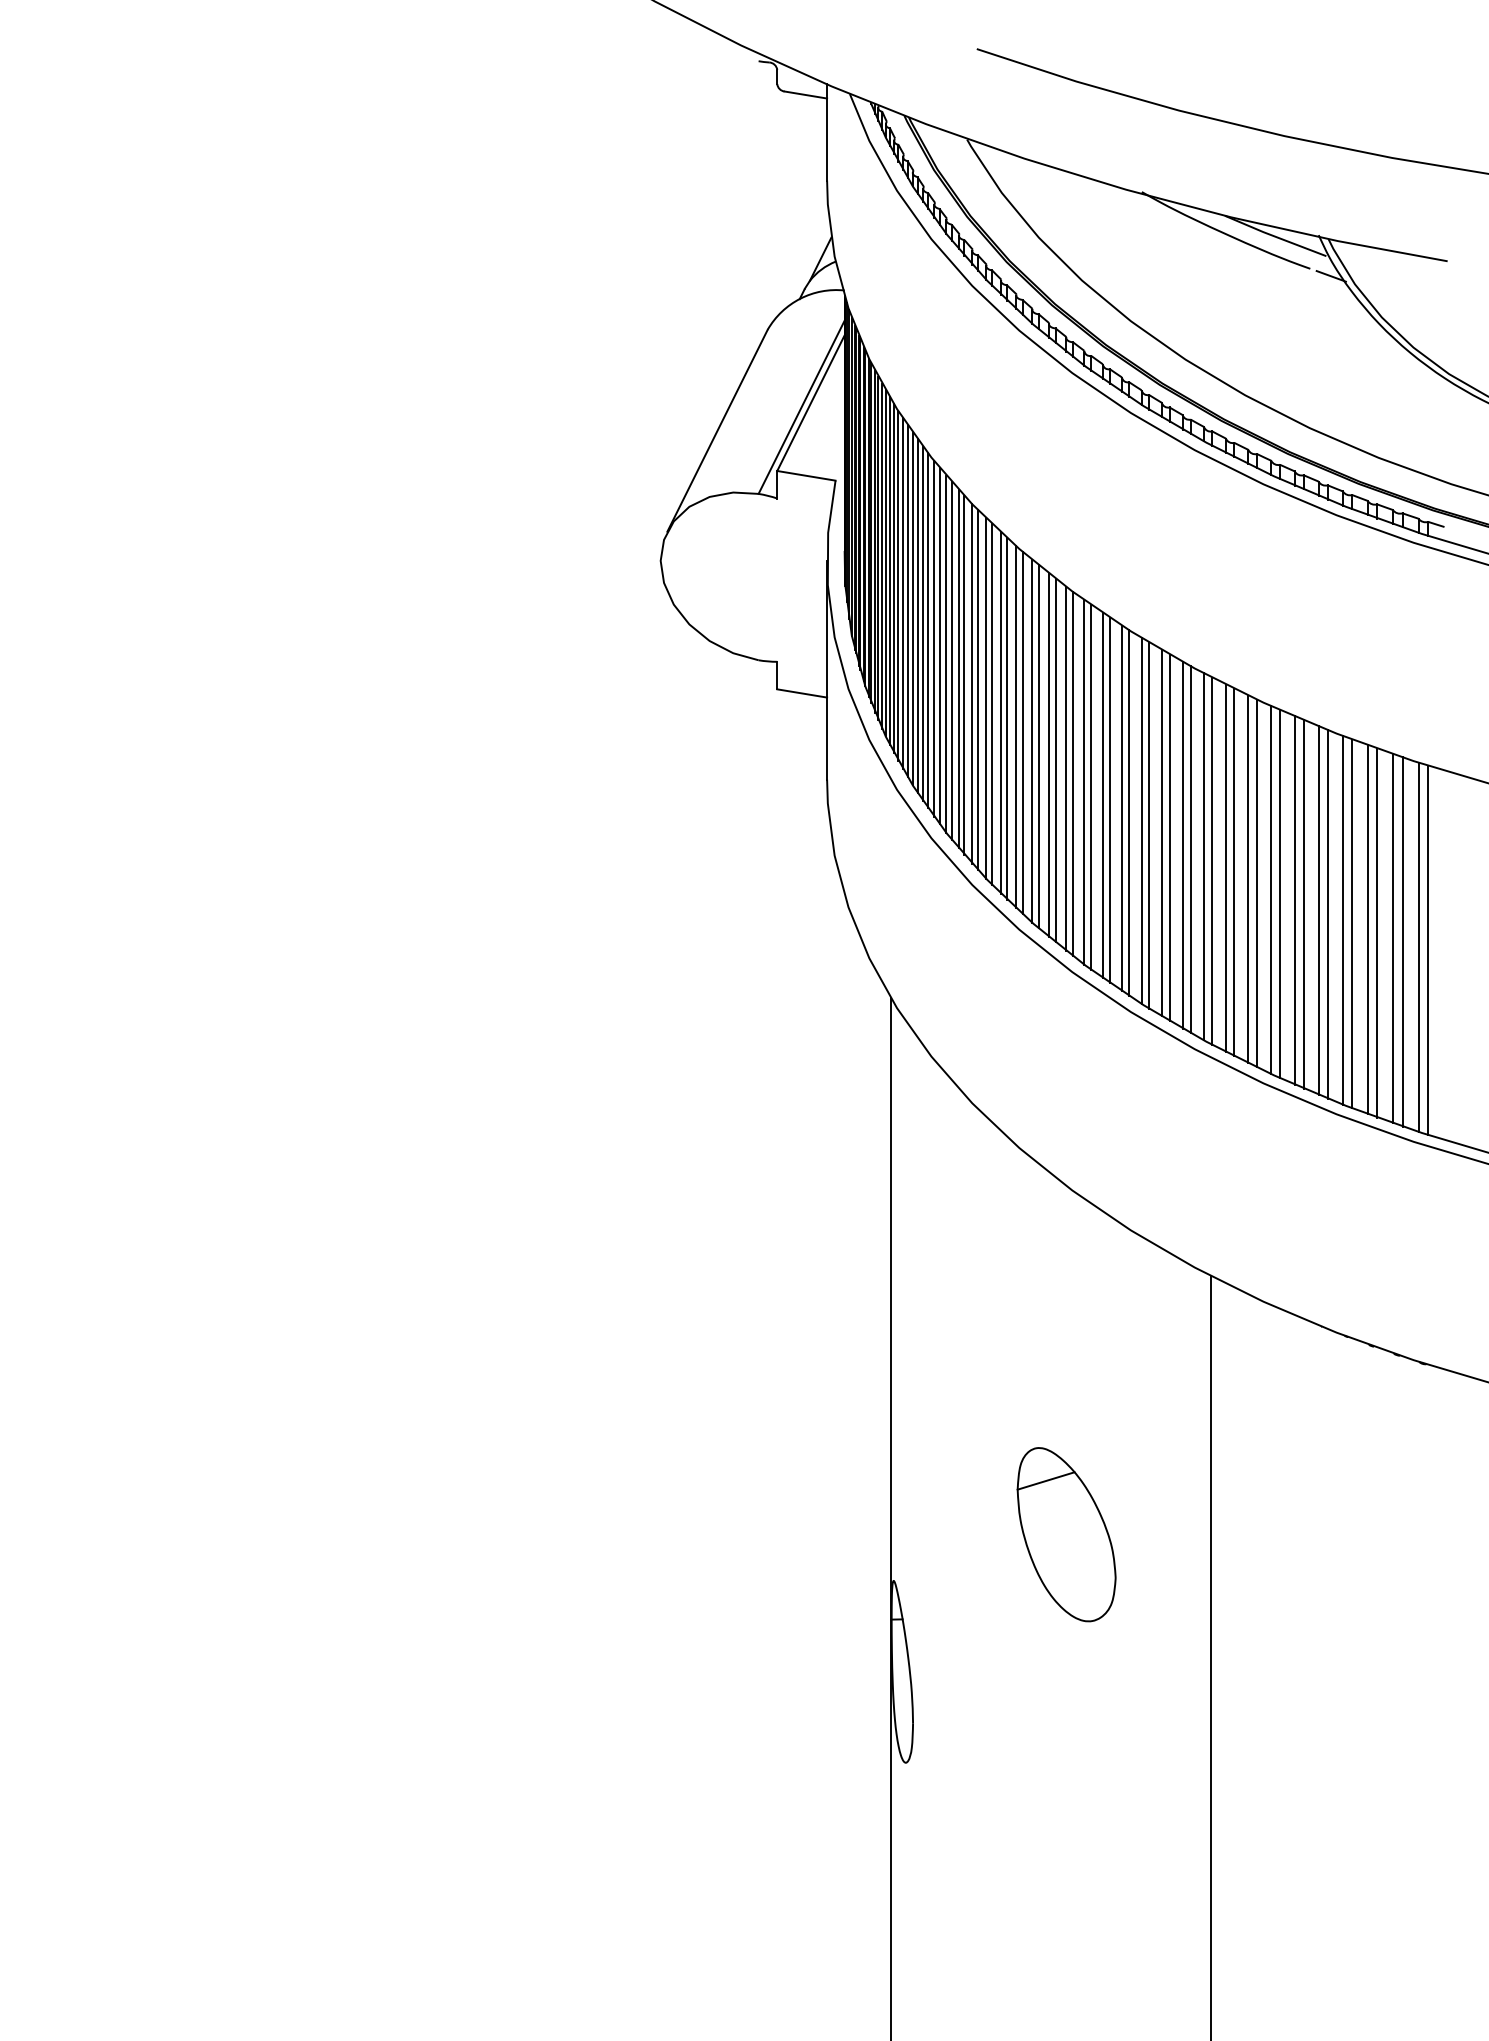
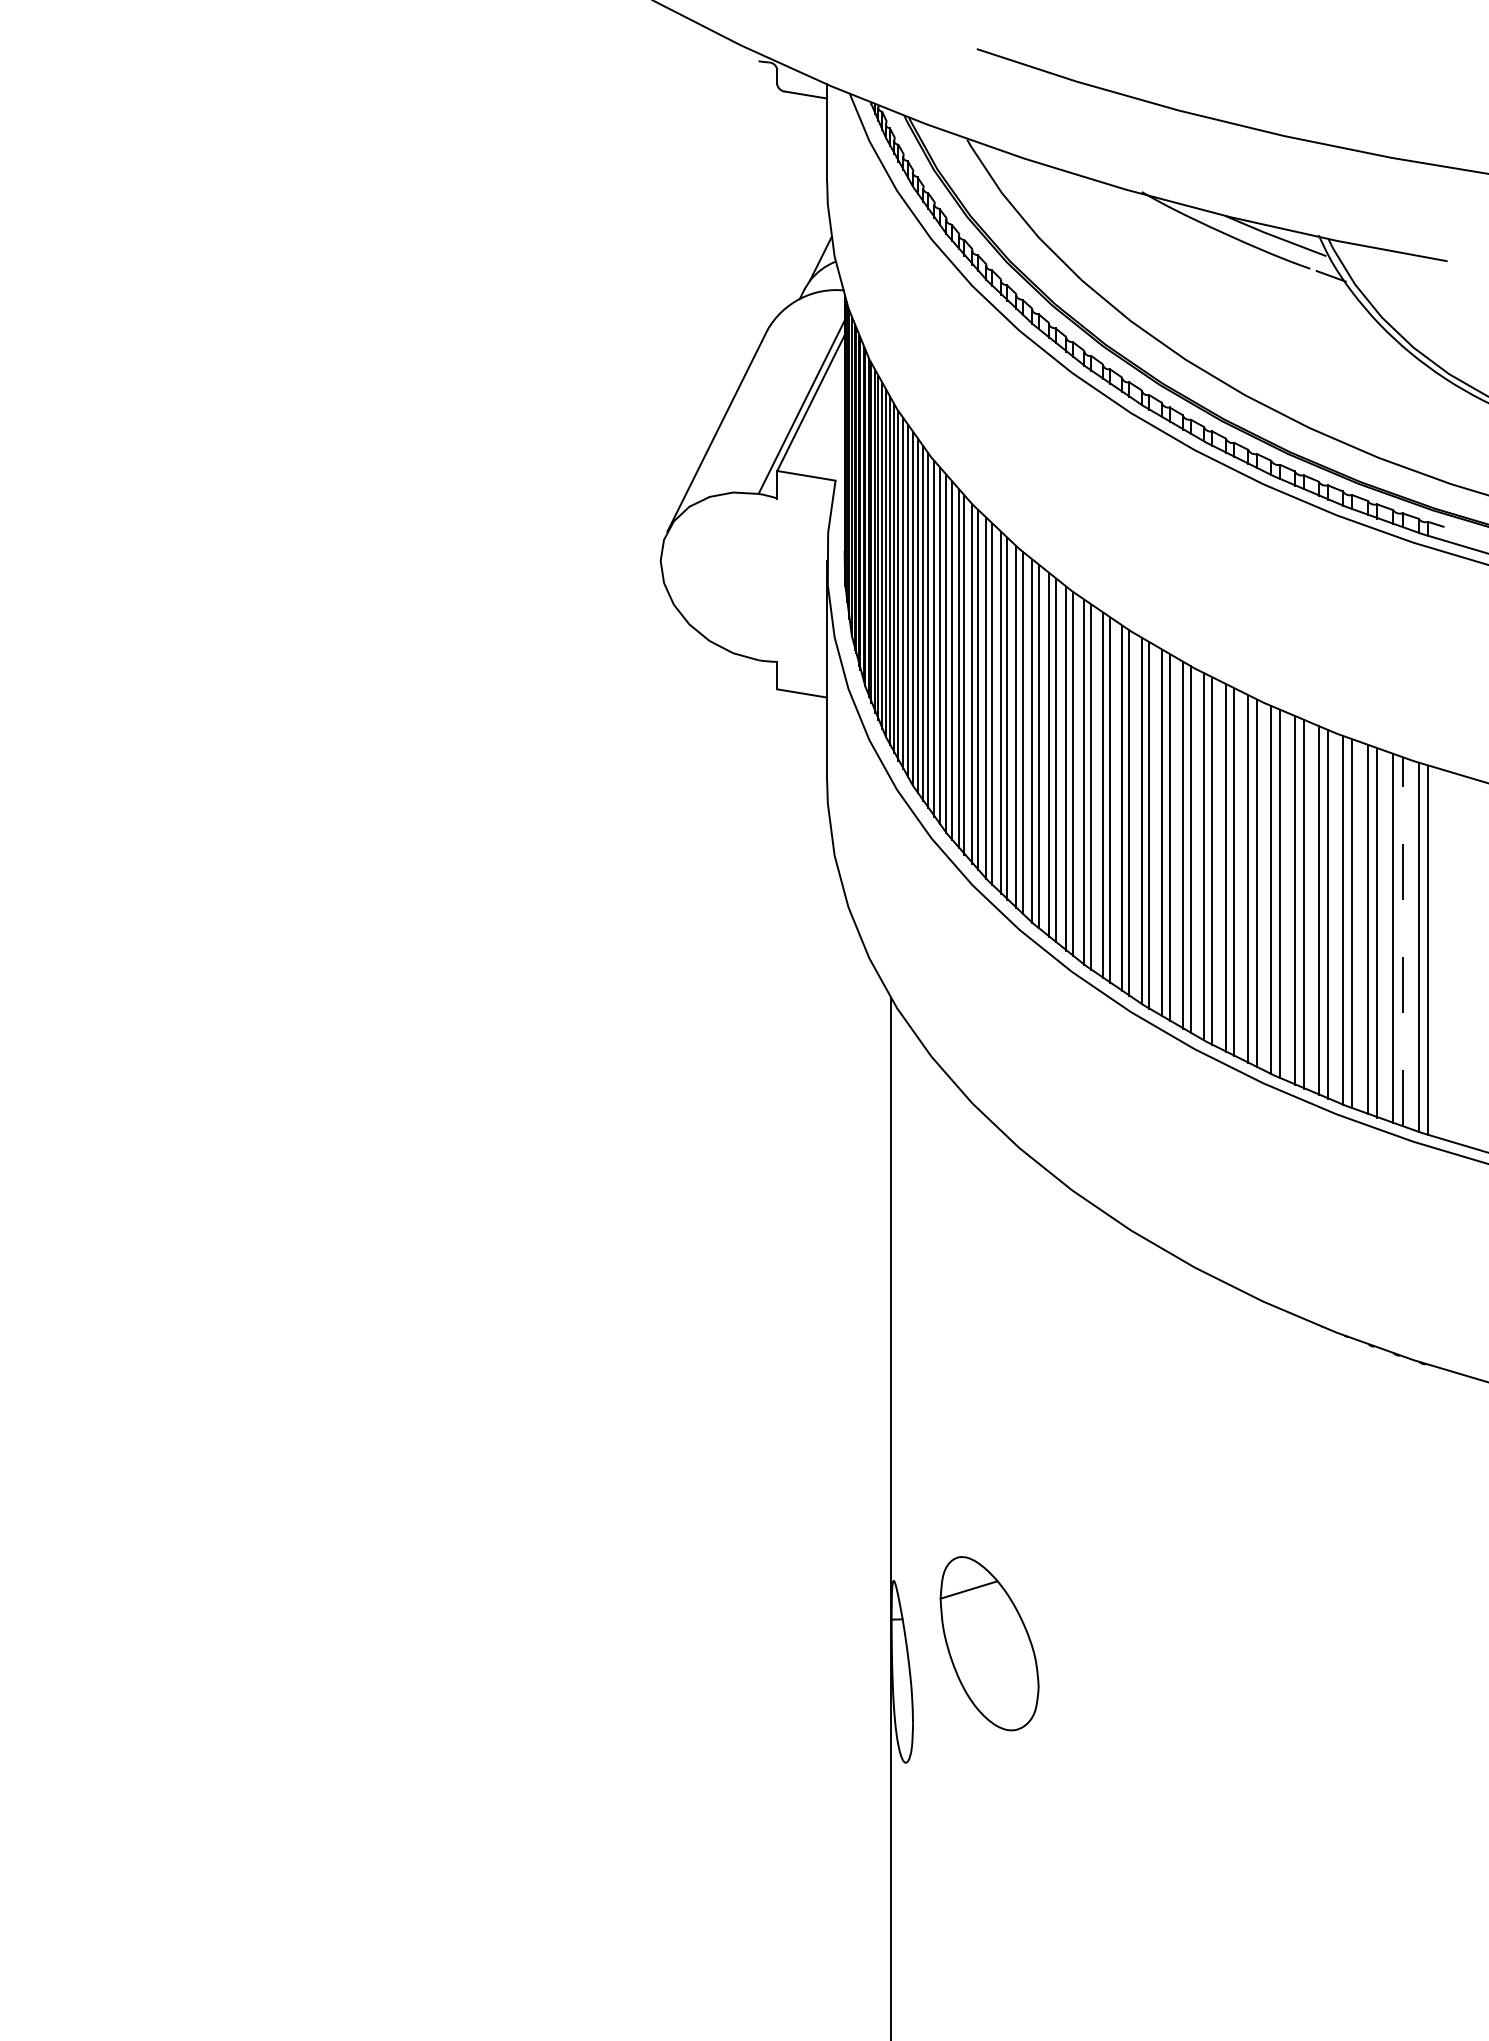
line at (1402, 941): solid -> dashed
part at (1066, 1534) position: (1066, 1534) -> (989, 1643)
line at (1210, 1656): present -> none
